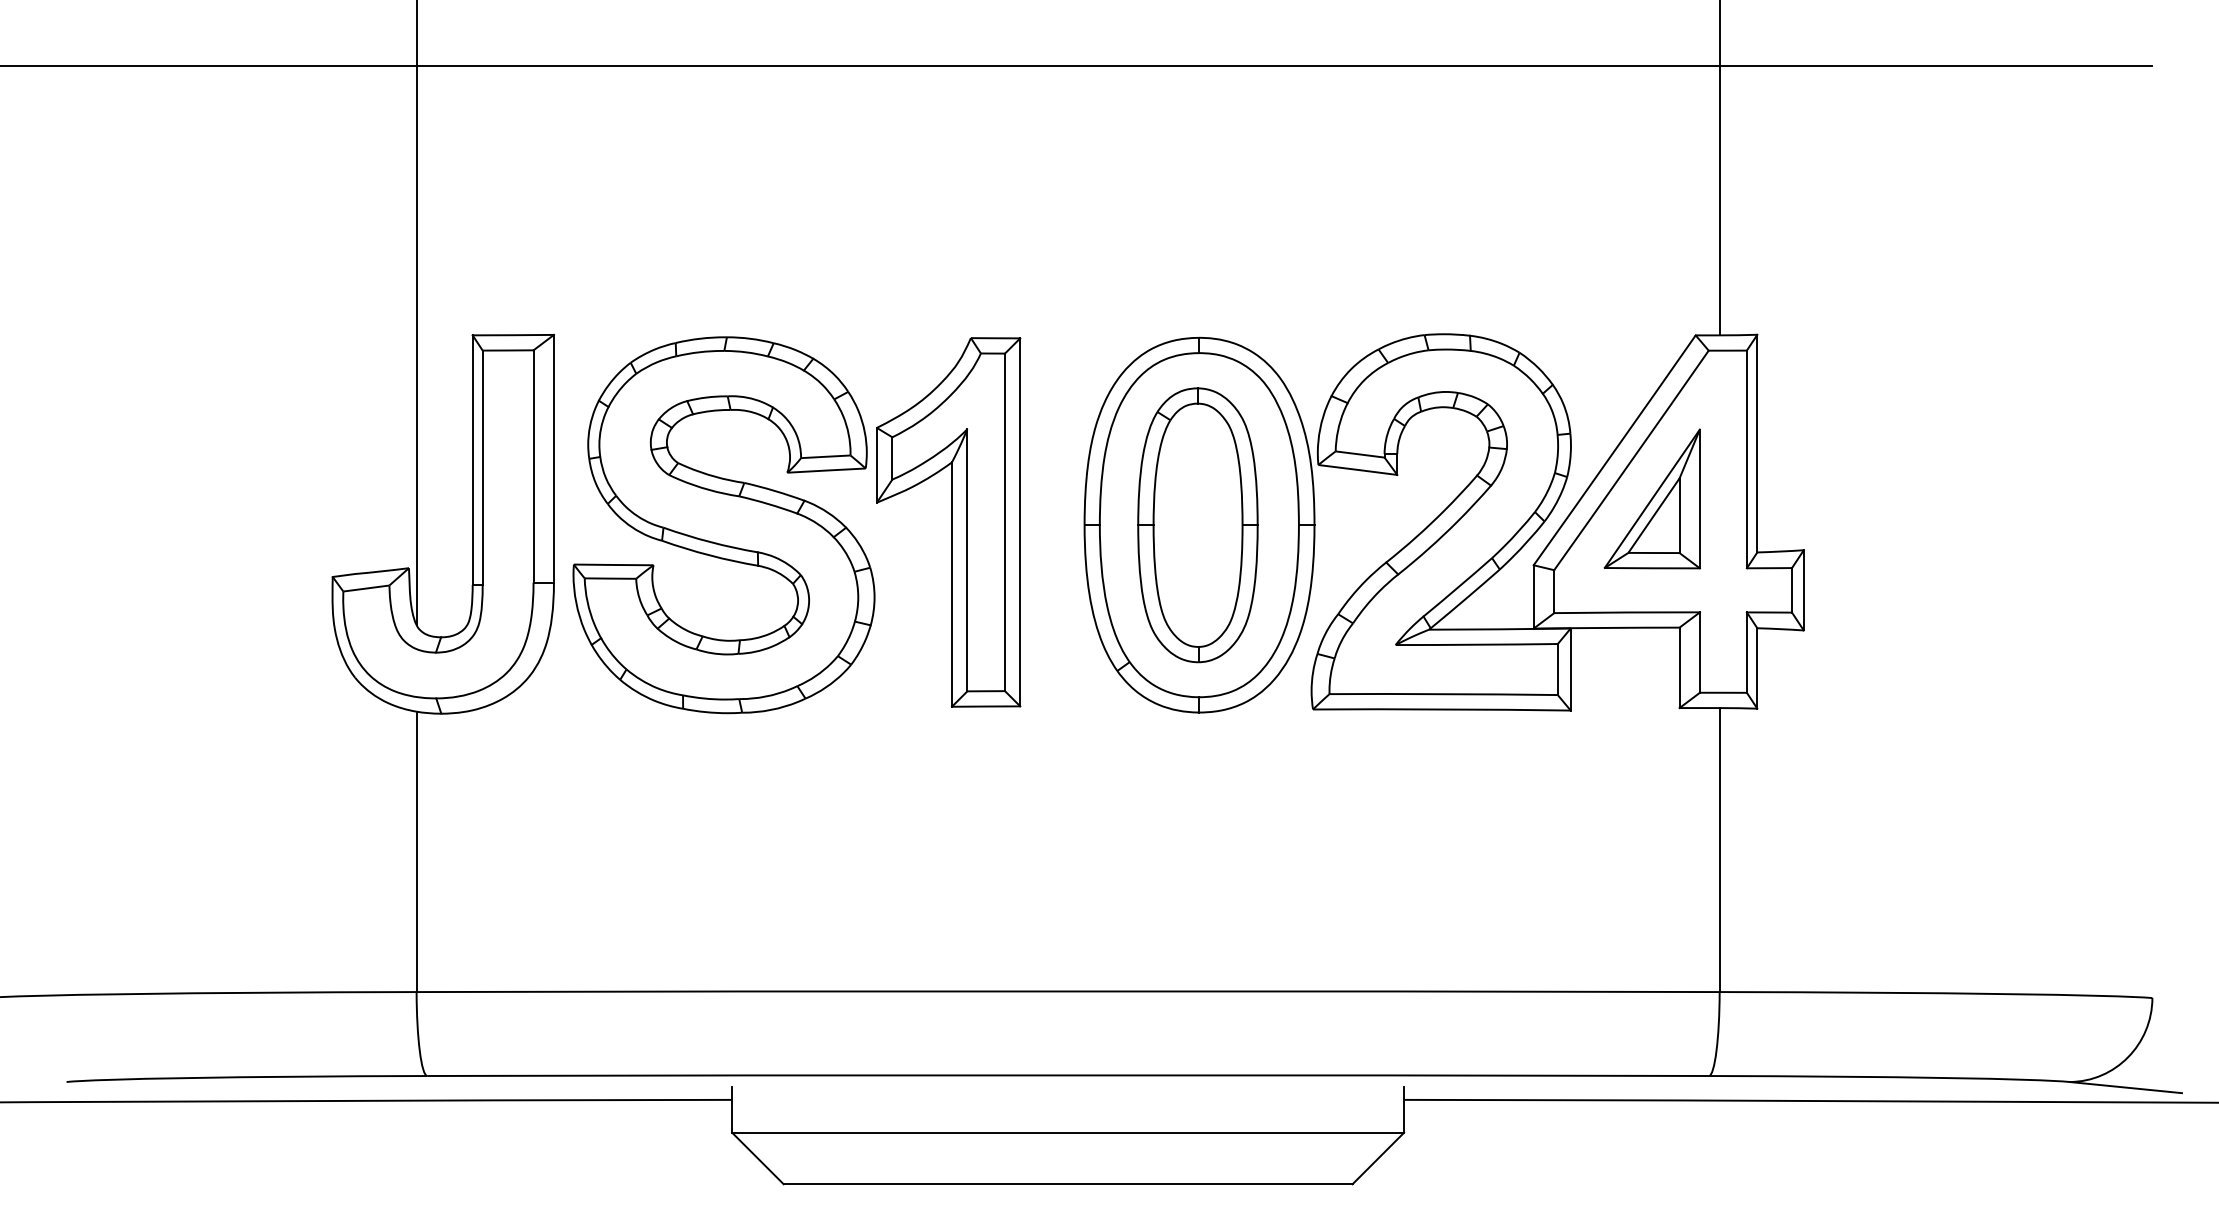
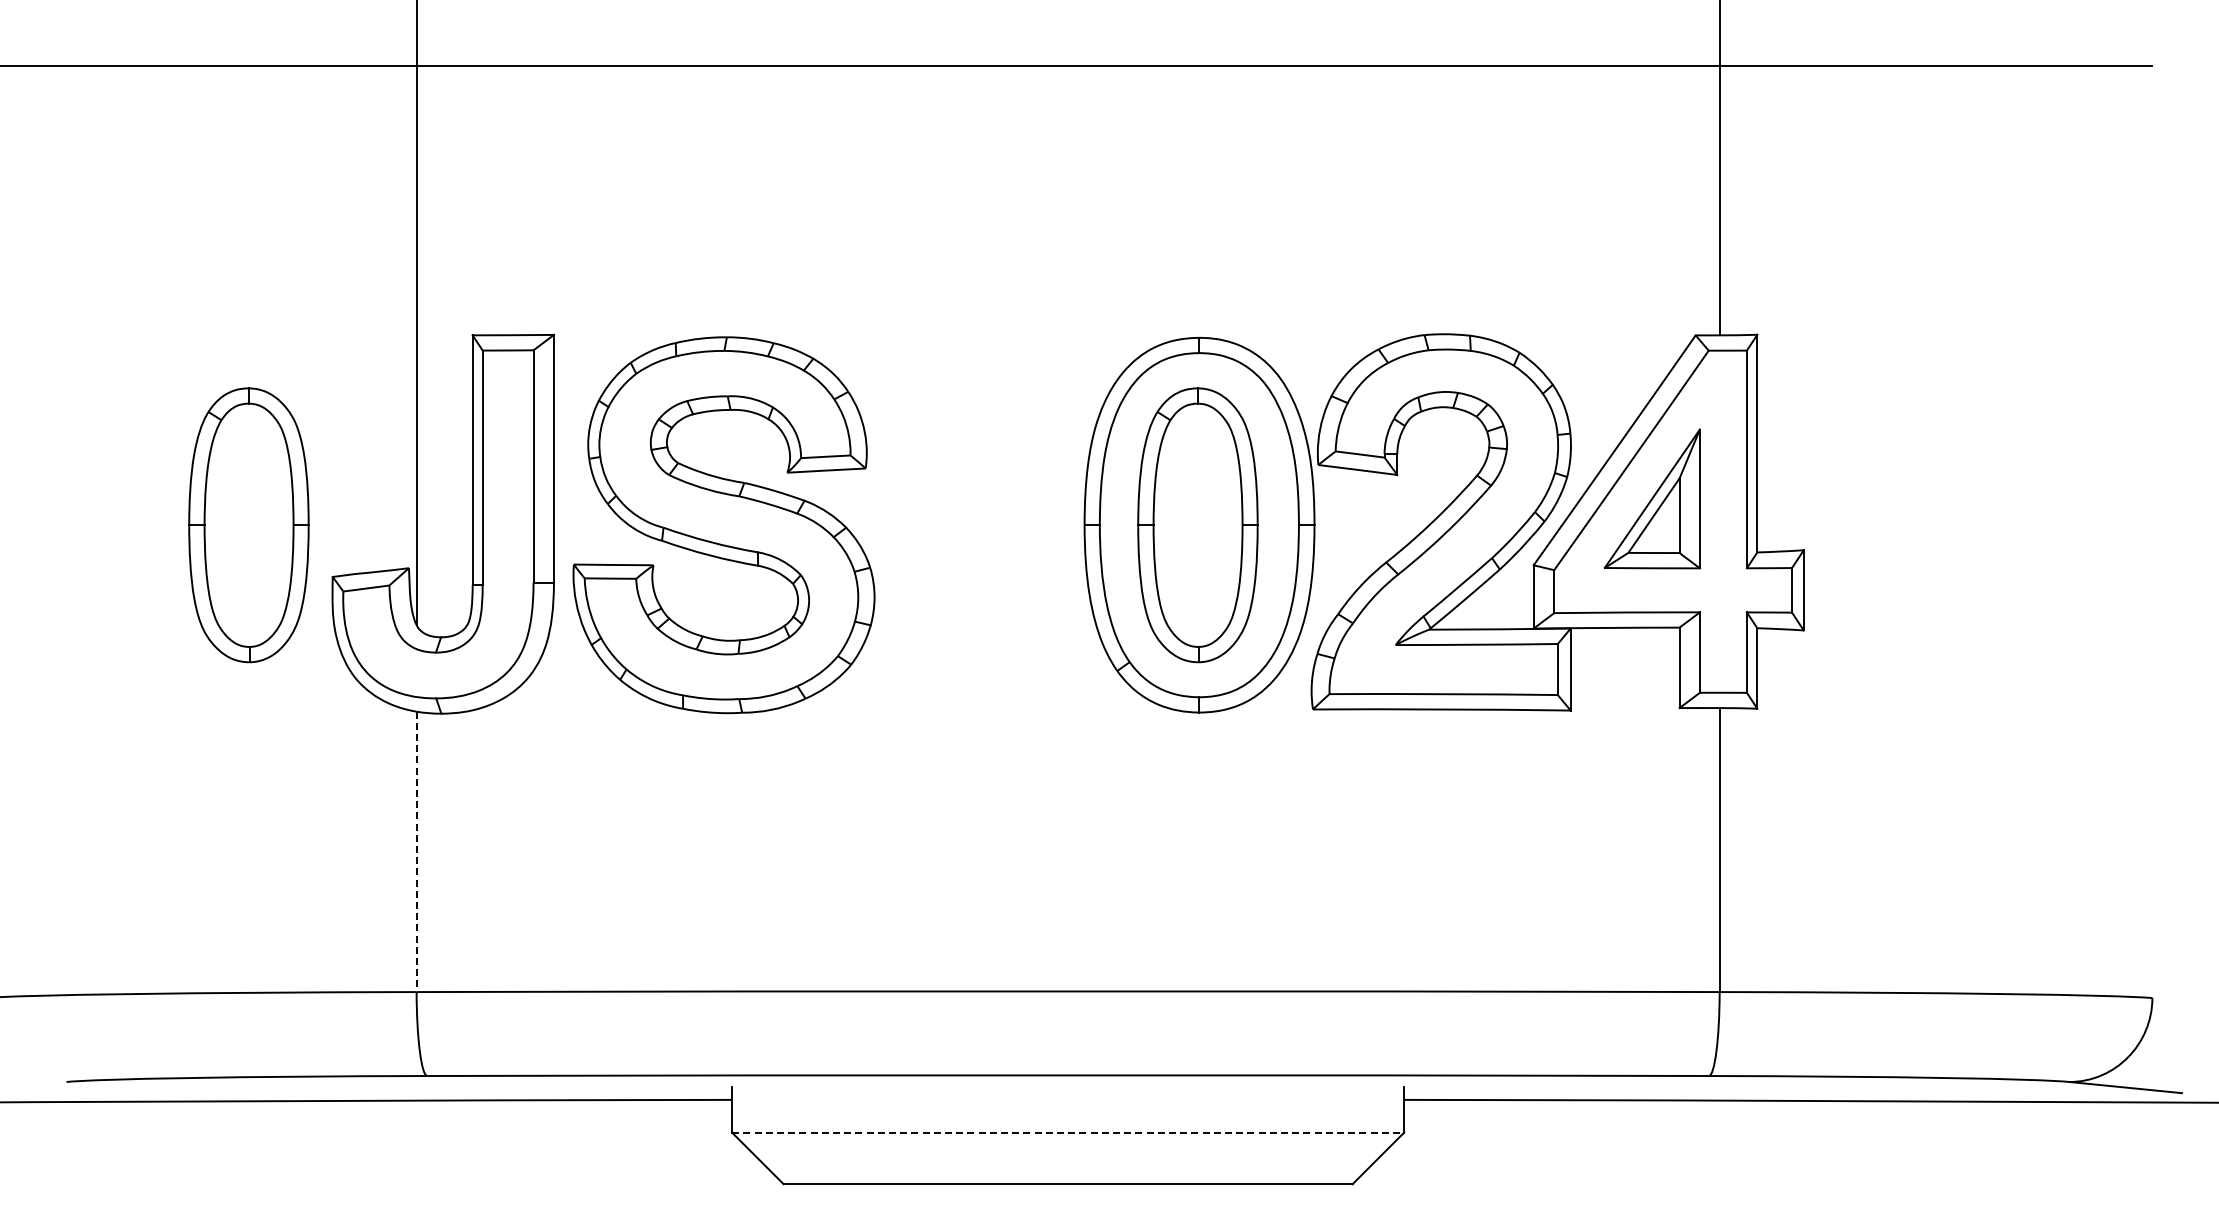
part at (948, 522): present -> none
part at (248, 525): none -> present
line at (416, 852): solid -> dashed
line at (1068, 1132): solid -> dashed
